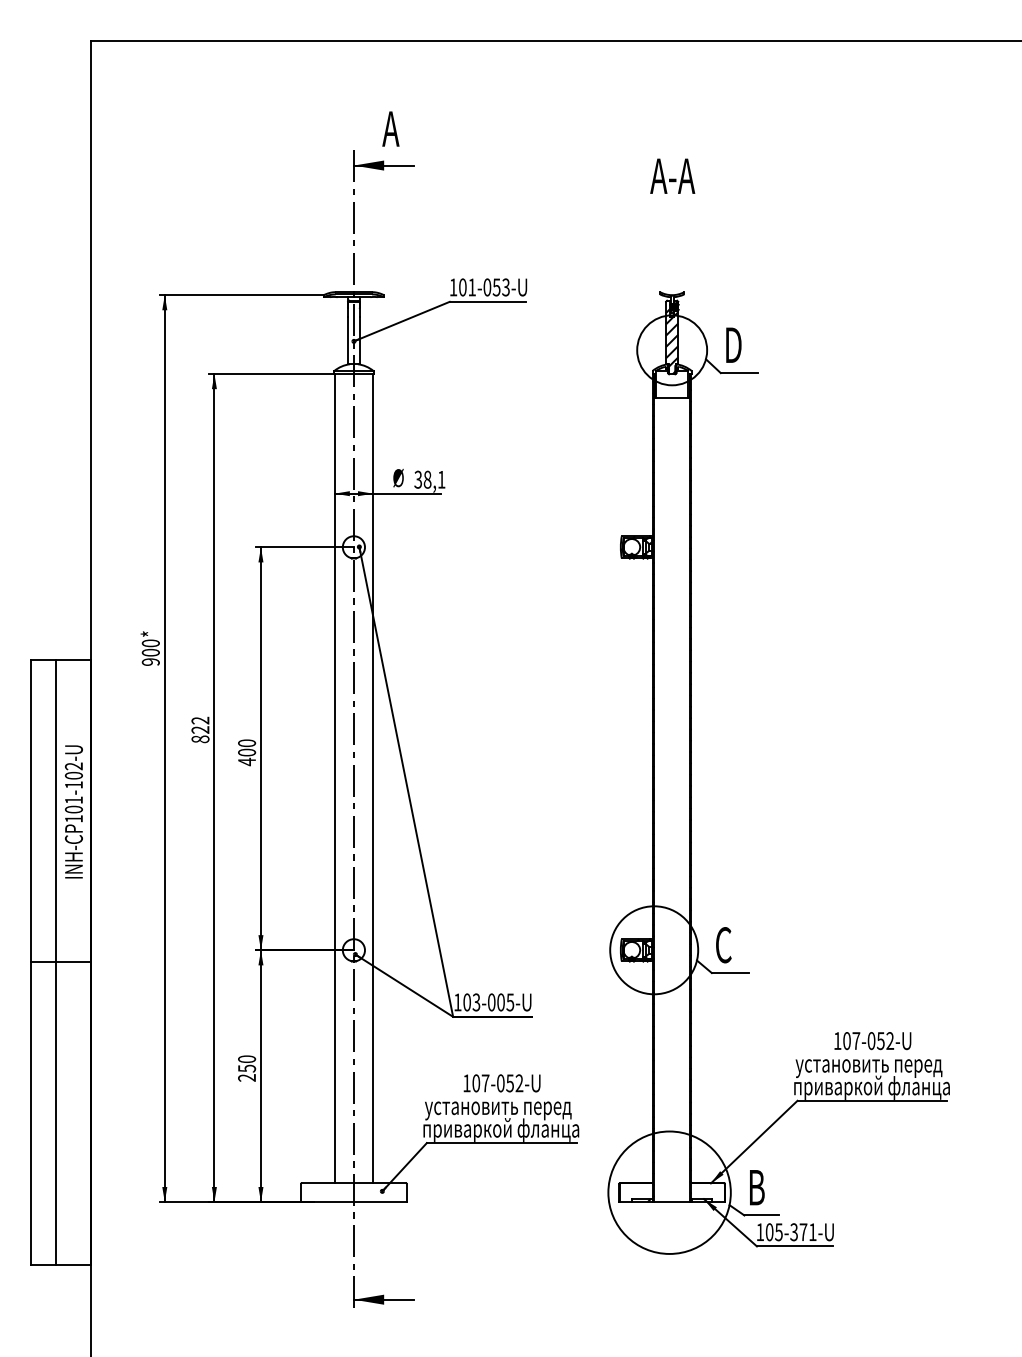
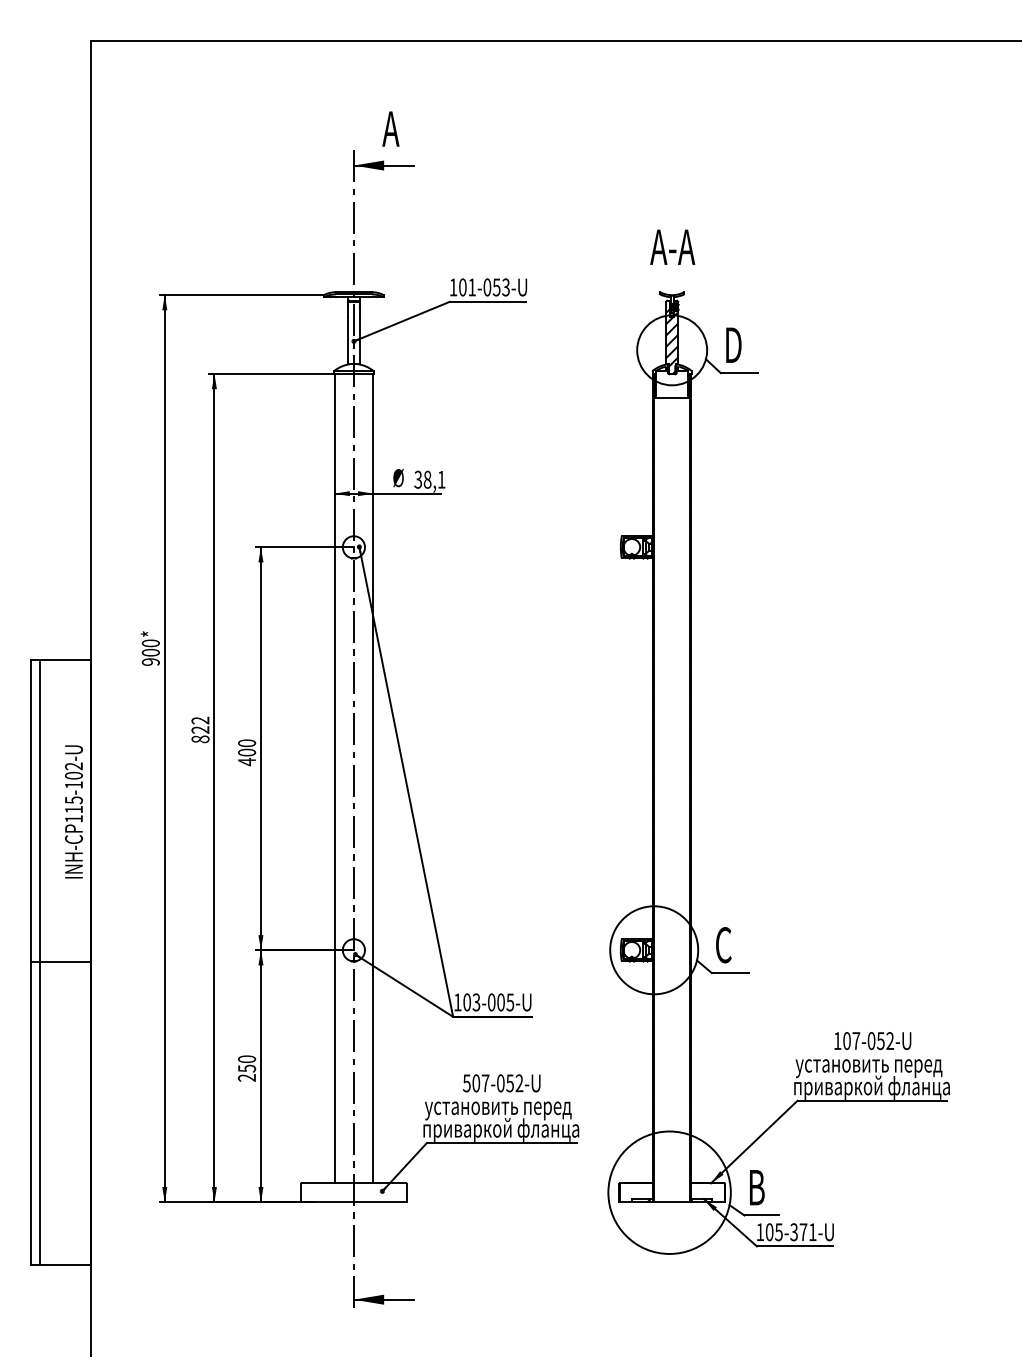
text at (672, 175) position: (672, 175) -> (672, 246)
text at (73, 804): INH-CP101-102-U -> INH-CP115-102-U
line at (55, 962) position: (55, 962) -> (39, 962)
text at (466, 1083): 107-052-U -> 507-052-U
